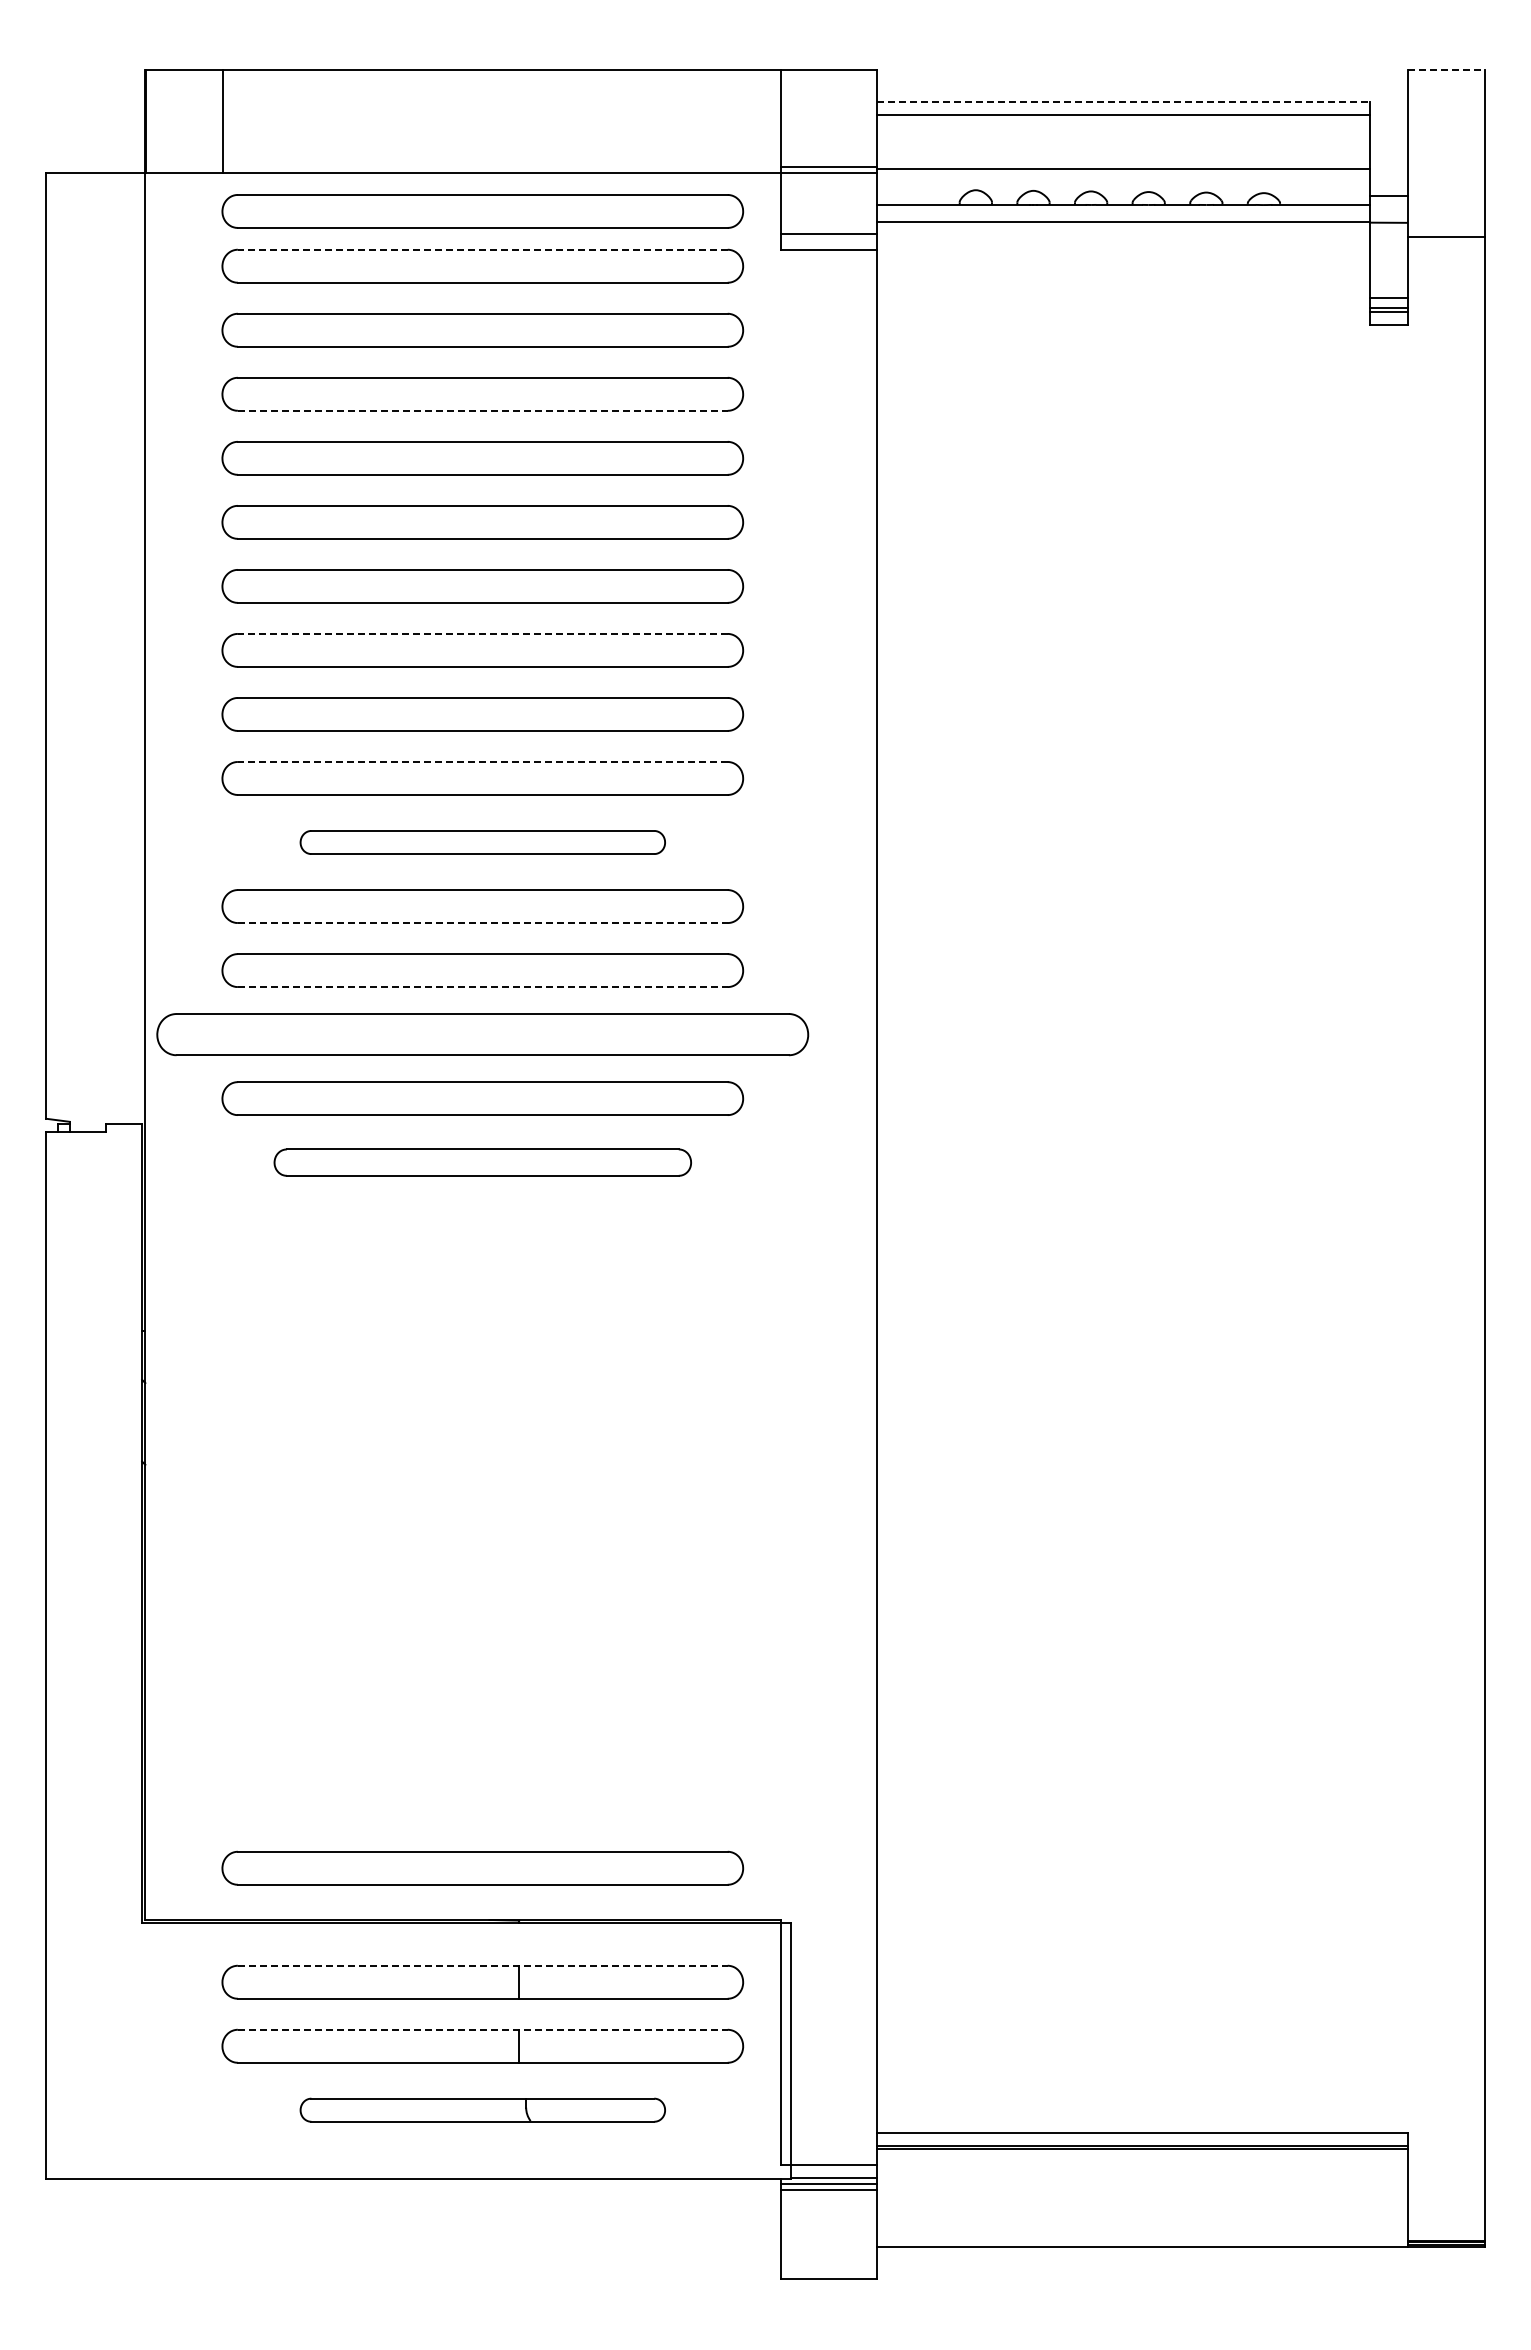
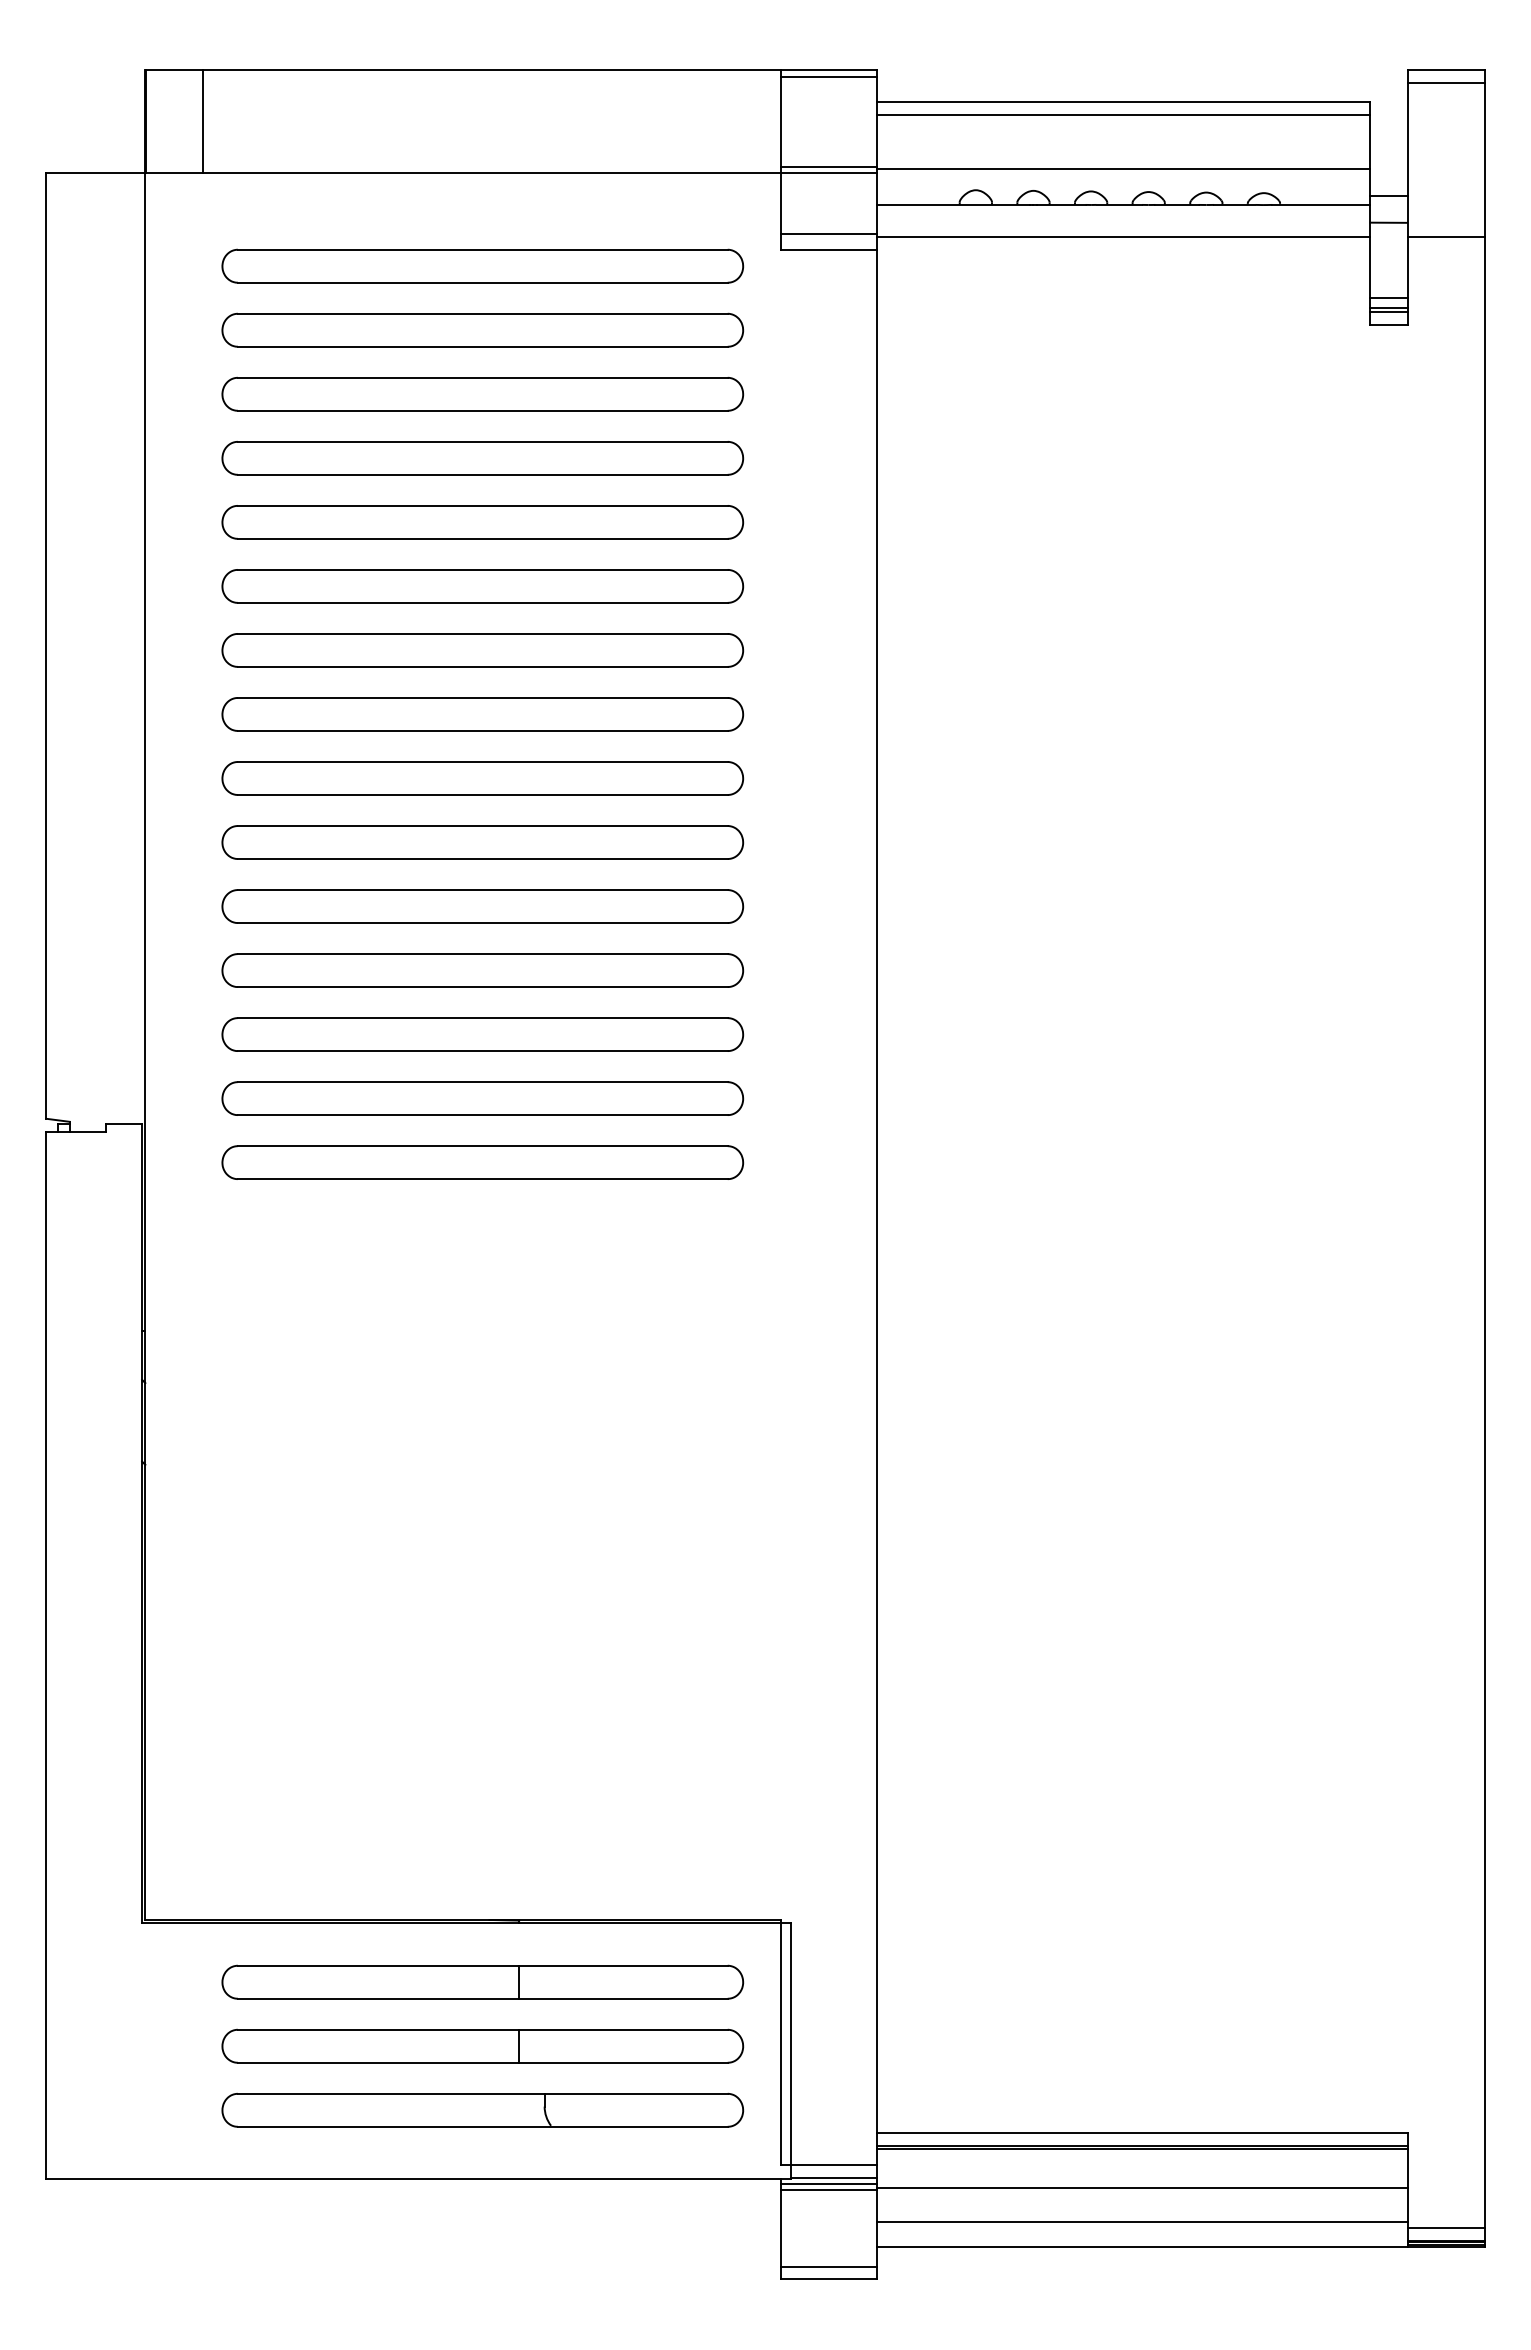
line at (1446, 70): dashed -> solid
line at (828, 76): none -> present
line at (1446, 82): none -> present
line at (1123, 102): dashed -> solid
line at (223, 121) position: (223, 121) -> (203, 121)
part at (482, 211): present -> none
line at (1122, 221) position: (1122, 221) -> (1122, 236)
line at (482, 249): dashed -> solid
line at (482, 410): dashed -> solid
line at (482, 633): dashed -> solid
line at (482, 761): dashed -> solid
part at (482, 842) size: 367x25 px -> 524x35 px
line at (482, 923): dashed -> solid
line at (482, 987): dashed -> solid
part at (482, 1034) size: 654x44 px -> 524x35 px
part at (482, 1162) size: 419x29 px -> 524x35 px
part at (482, 1867): present -> none
line at (482, 1965): dashed -> solid
line at (482, 2029): dashed -> solid
part at (482, 2109) size: 367x26 px -> 524x36 px
line at (1142, 2187): none -> present
line at (1142, 2221): none -> present
line at (1446, 2227): none -> present
line at (828, 2266): none -> present
